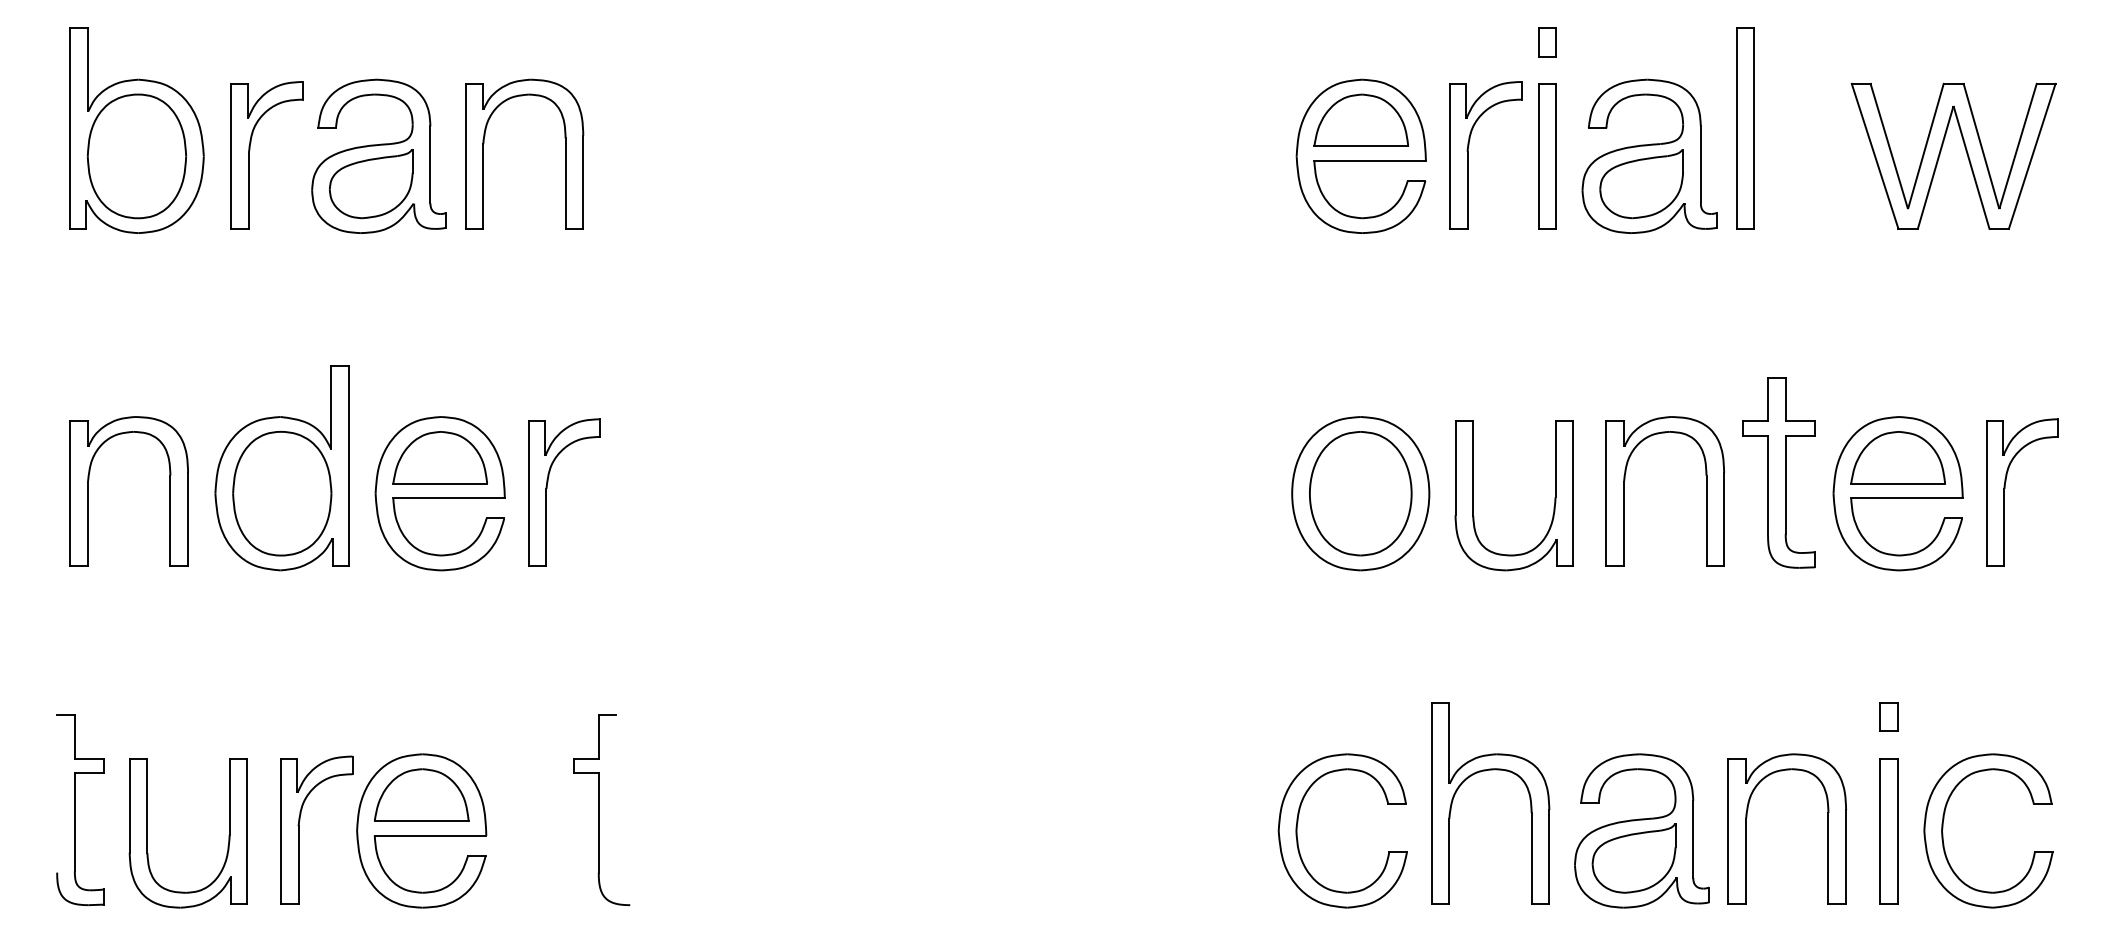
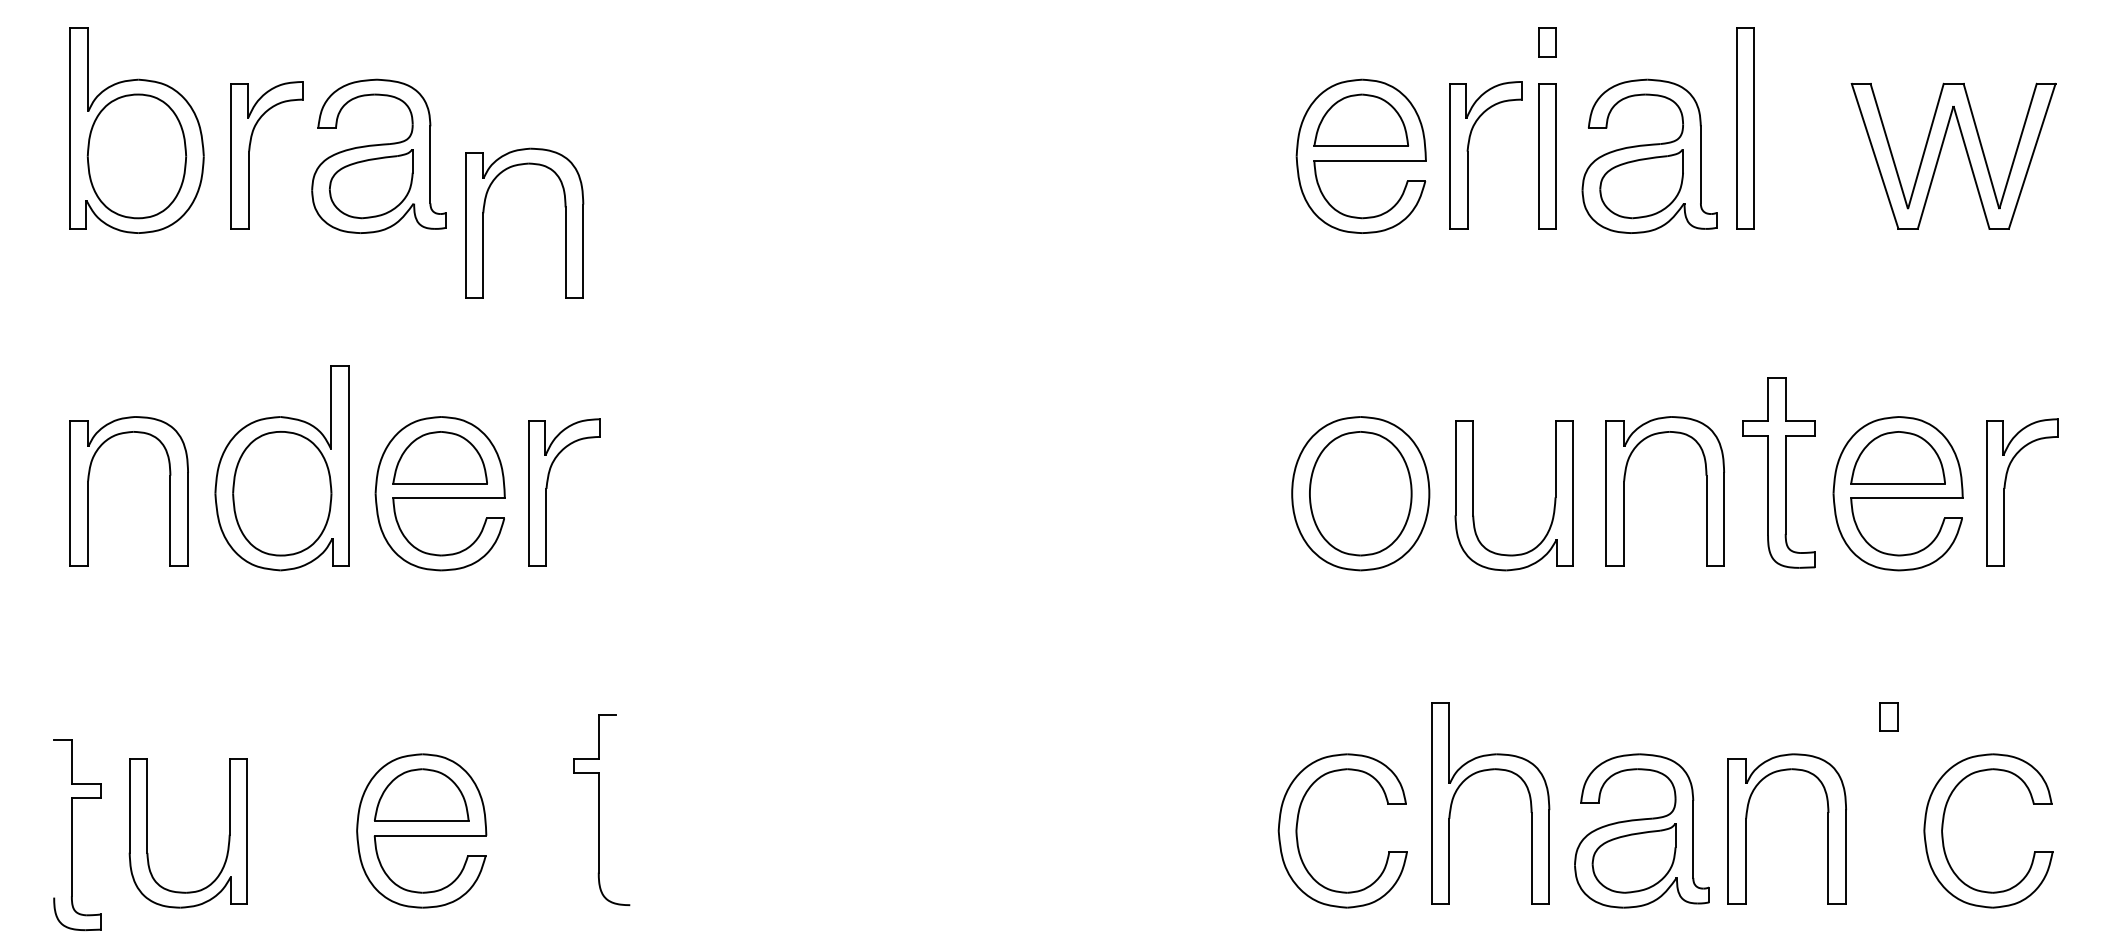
part at (483, 153) position: (483, 153) -> (483, 222)
part at (80, 810) position: (80, 810) -> (77, 835)
part at (299, 829): present -> none
part at (1888, 831): present -> none
